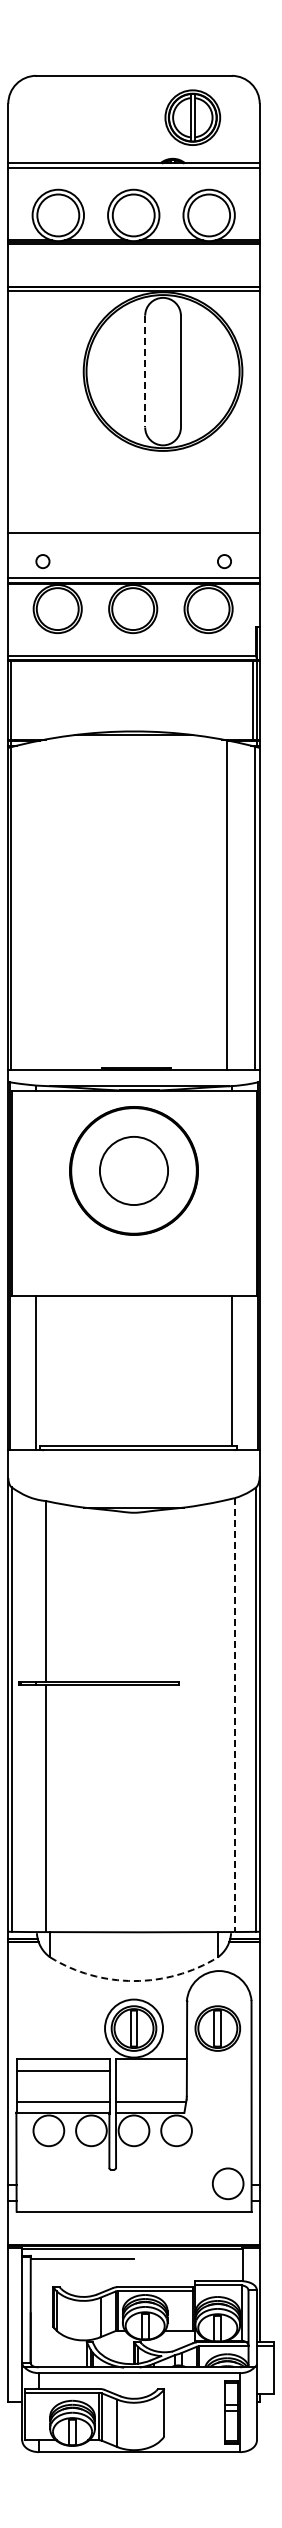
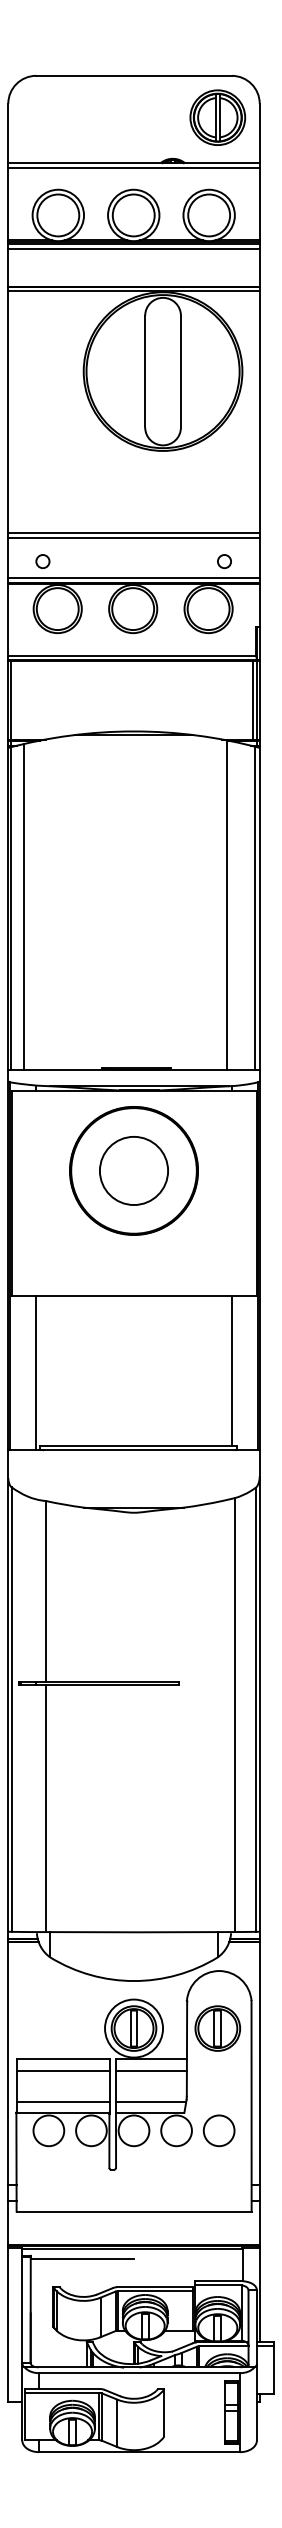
part at (192, 117) position: (192, 117) -> (217, 117)
line at (133, 249): none -> present
line at (145, 371): dashed -> solid
line at (133, 537): none -> present
line at (24, 906): none -> present
line at (234, 1715): dashed -> solid
arc at (134, 1981): dashed -> solid
line at (151, 2070): none -> present
circle at (227, 2183) position: (227, 2183) -> (218, 2130)
